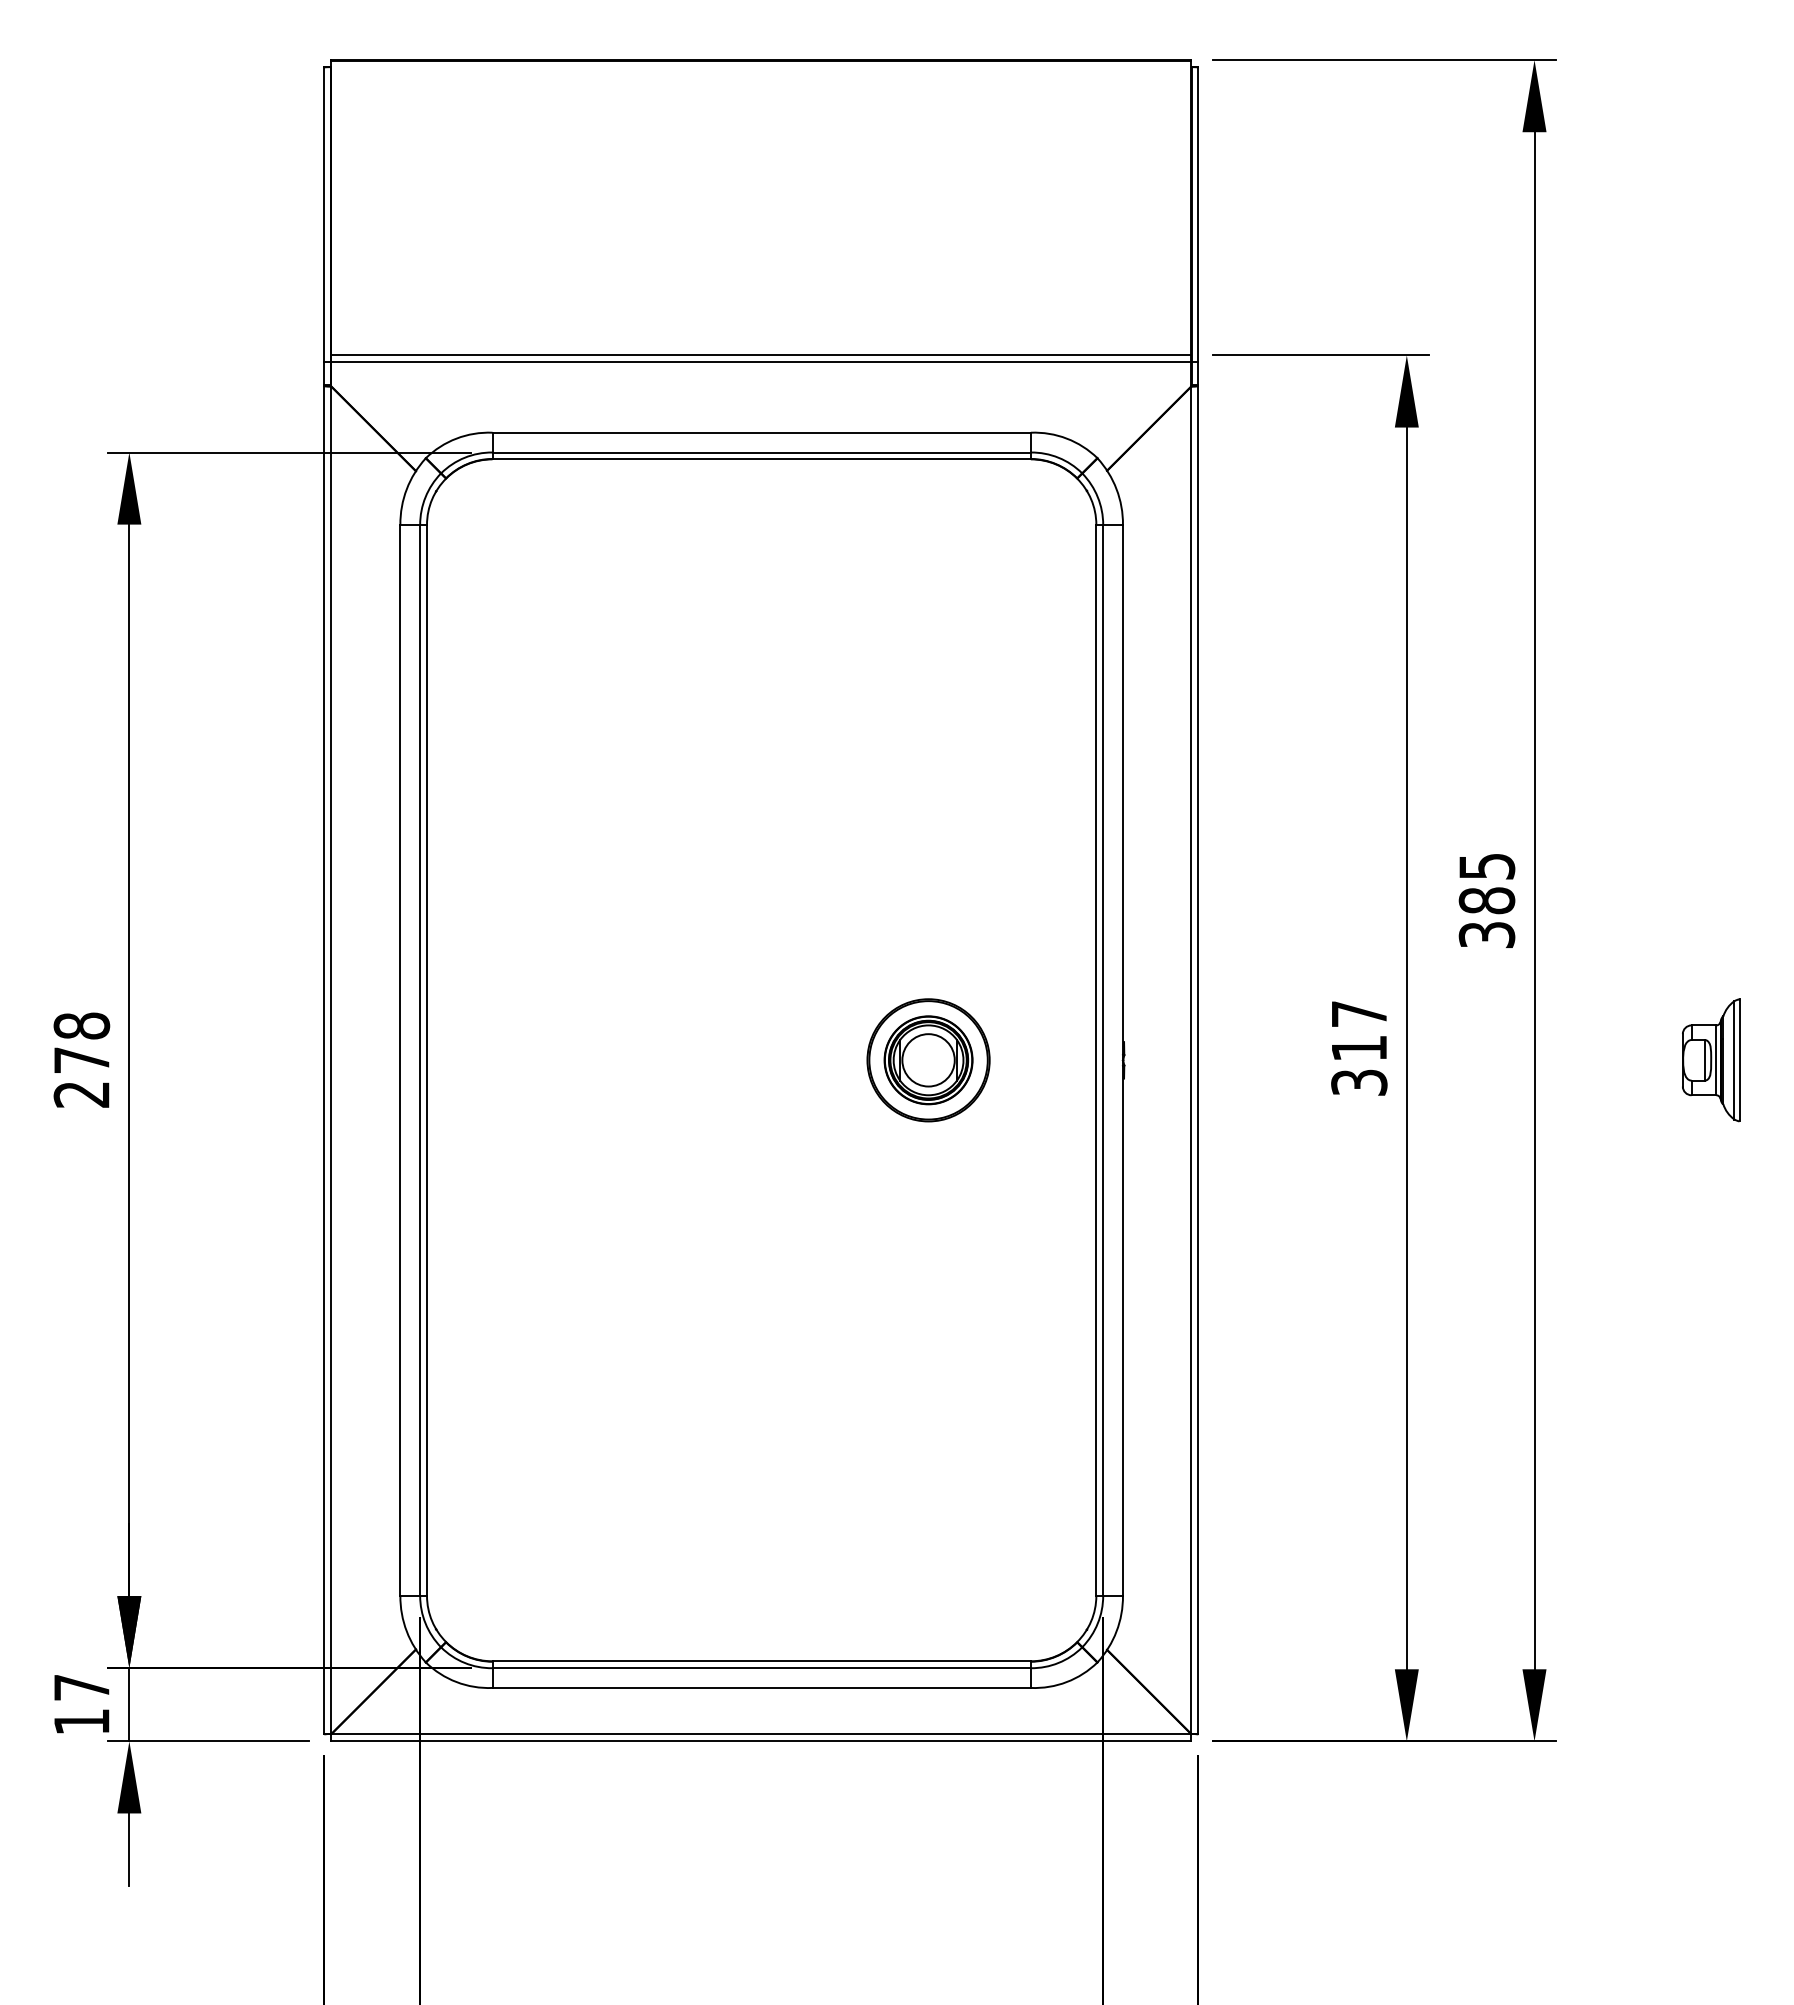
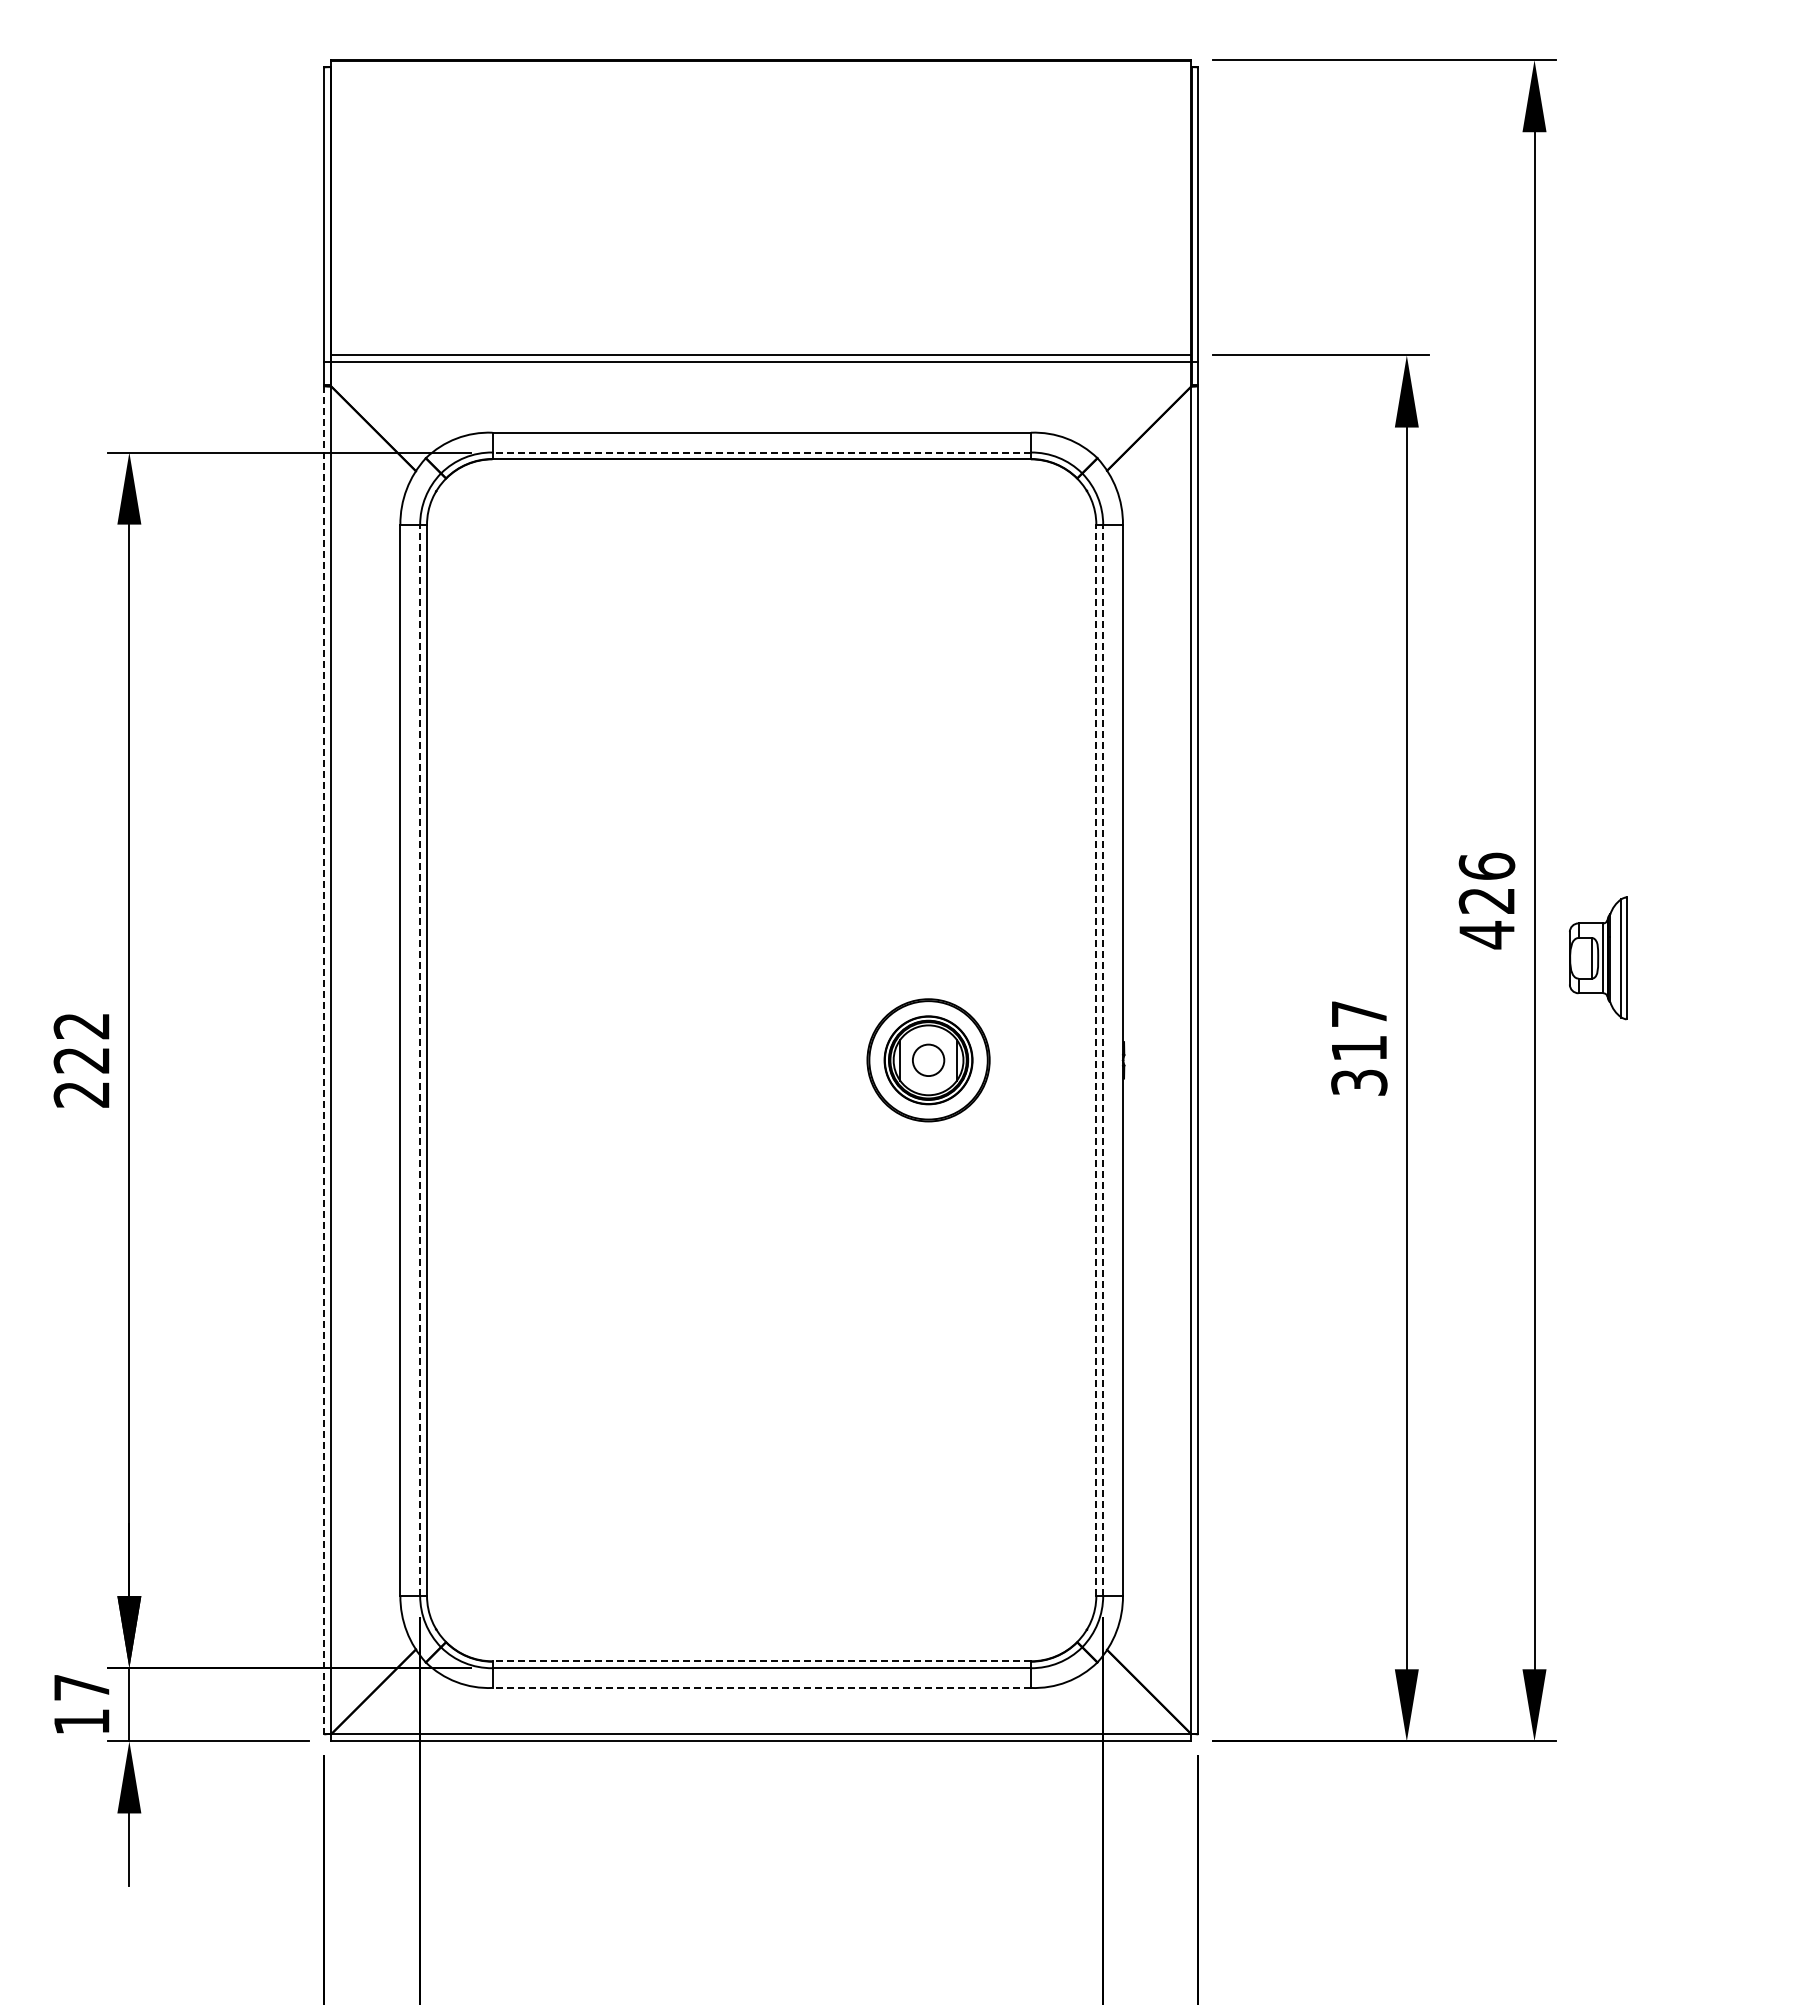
line at (761, 452): solid -> dashed
text at (1486, 900): 385 -> 426
text at (81, 1042): 278 -> 222
line at (420, 1059): solid -> dashed
line at (1096, 1059): solid -> dashed
line at (1103, 1059): solid -> dashed
line at (324, 1060): solid -> dashed
circle at (928, 1060) diameter: 52 px -> 31 px
part at (1711, 1060) position: (1711, 1060) -> (1598, 958)
line at (761, 1661): solid -> dashed
line at (761, 1687): solid -> dashed
